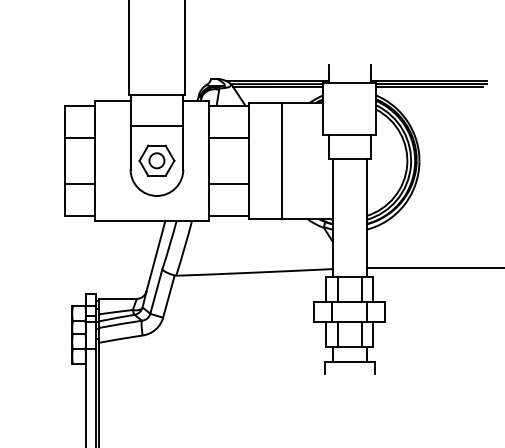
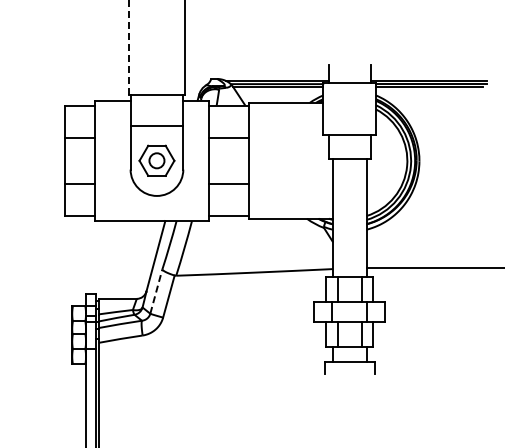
line at (129, 47): solid -> dashed
line at (281, 160): present -> none
line at (156, 291): solid -> dashed
